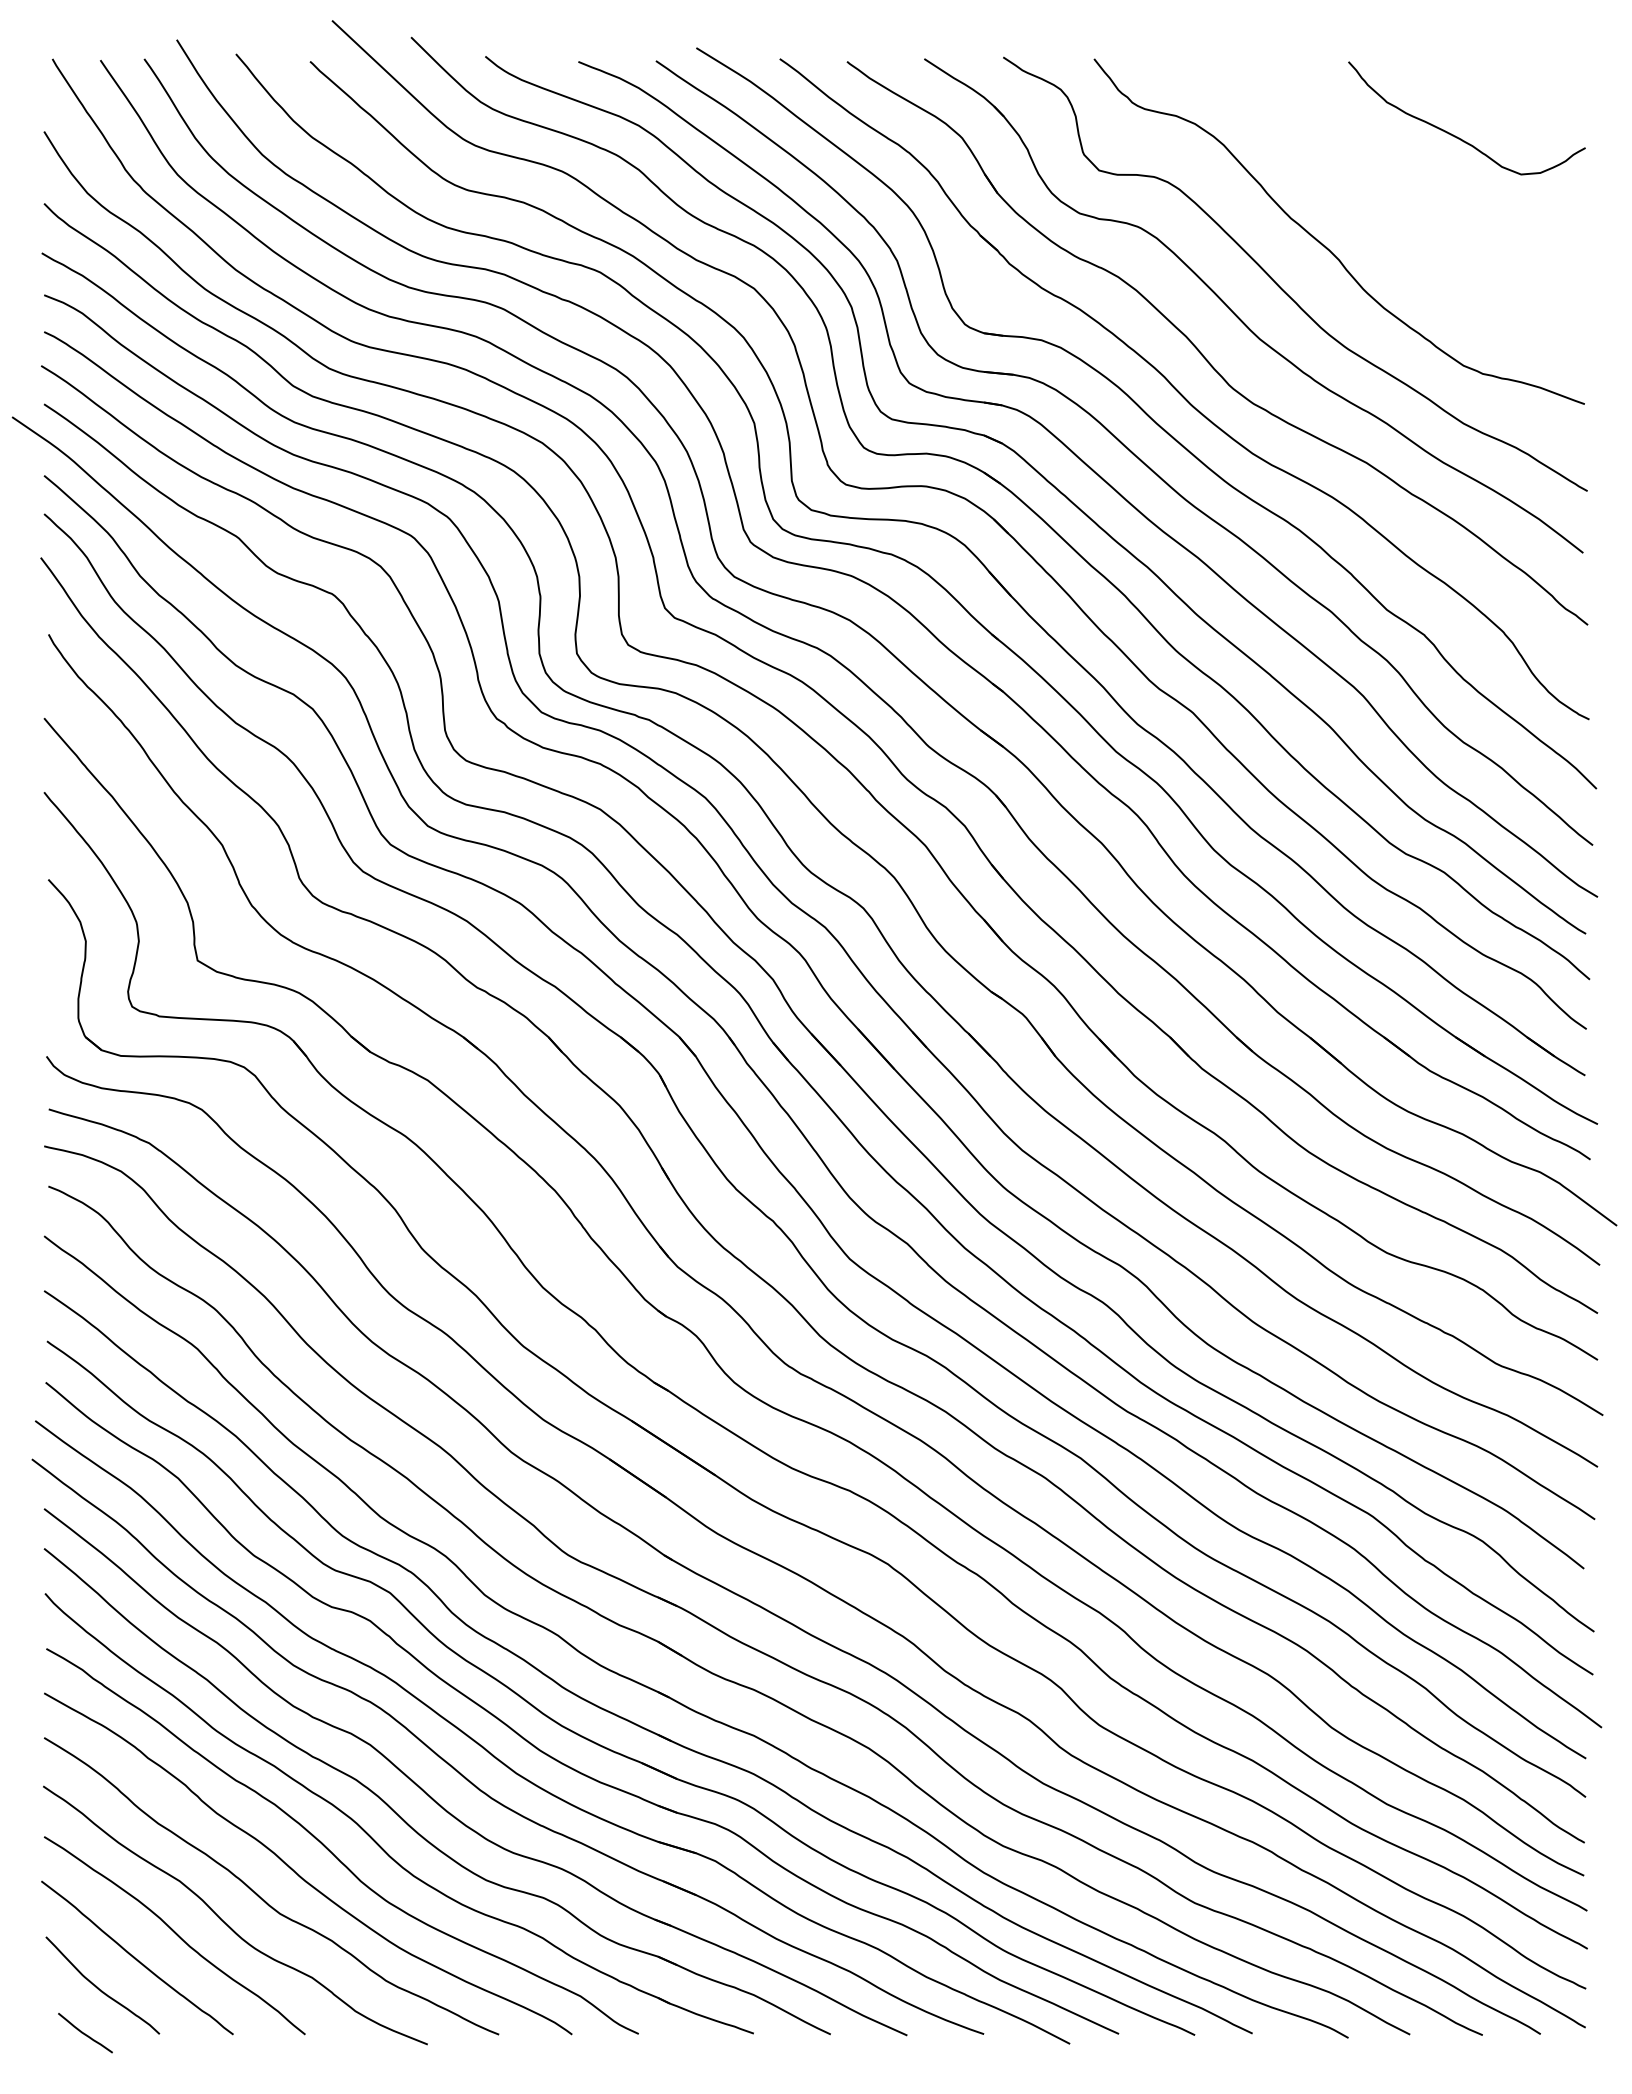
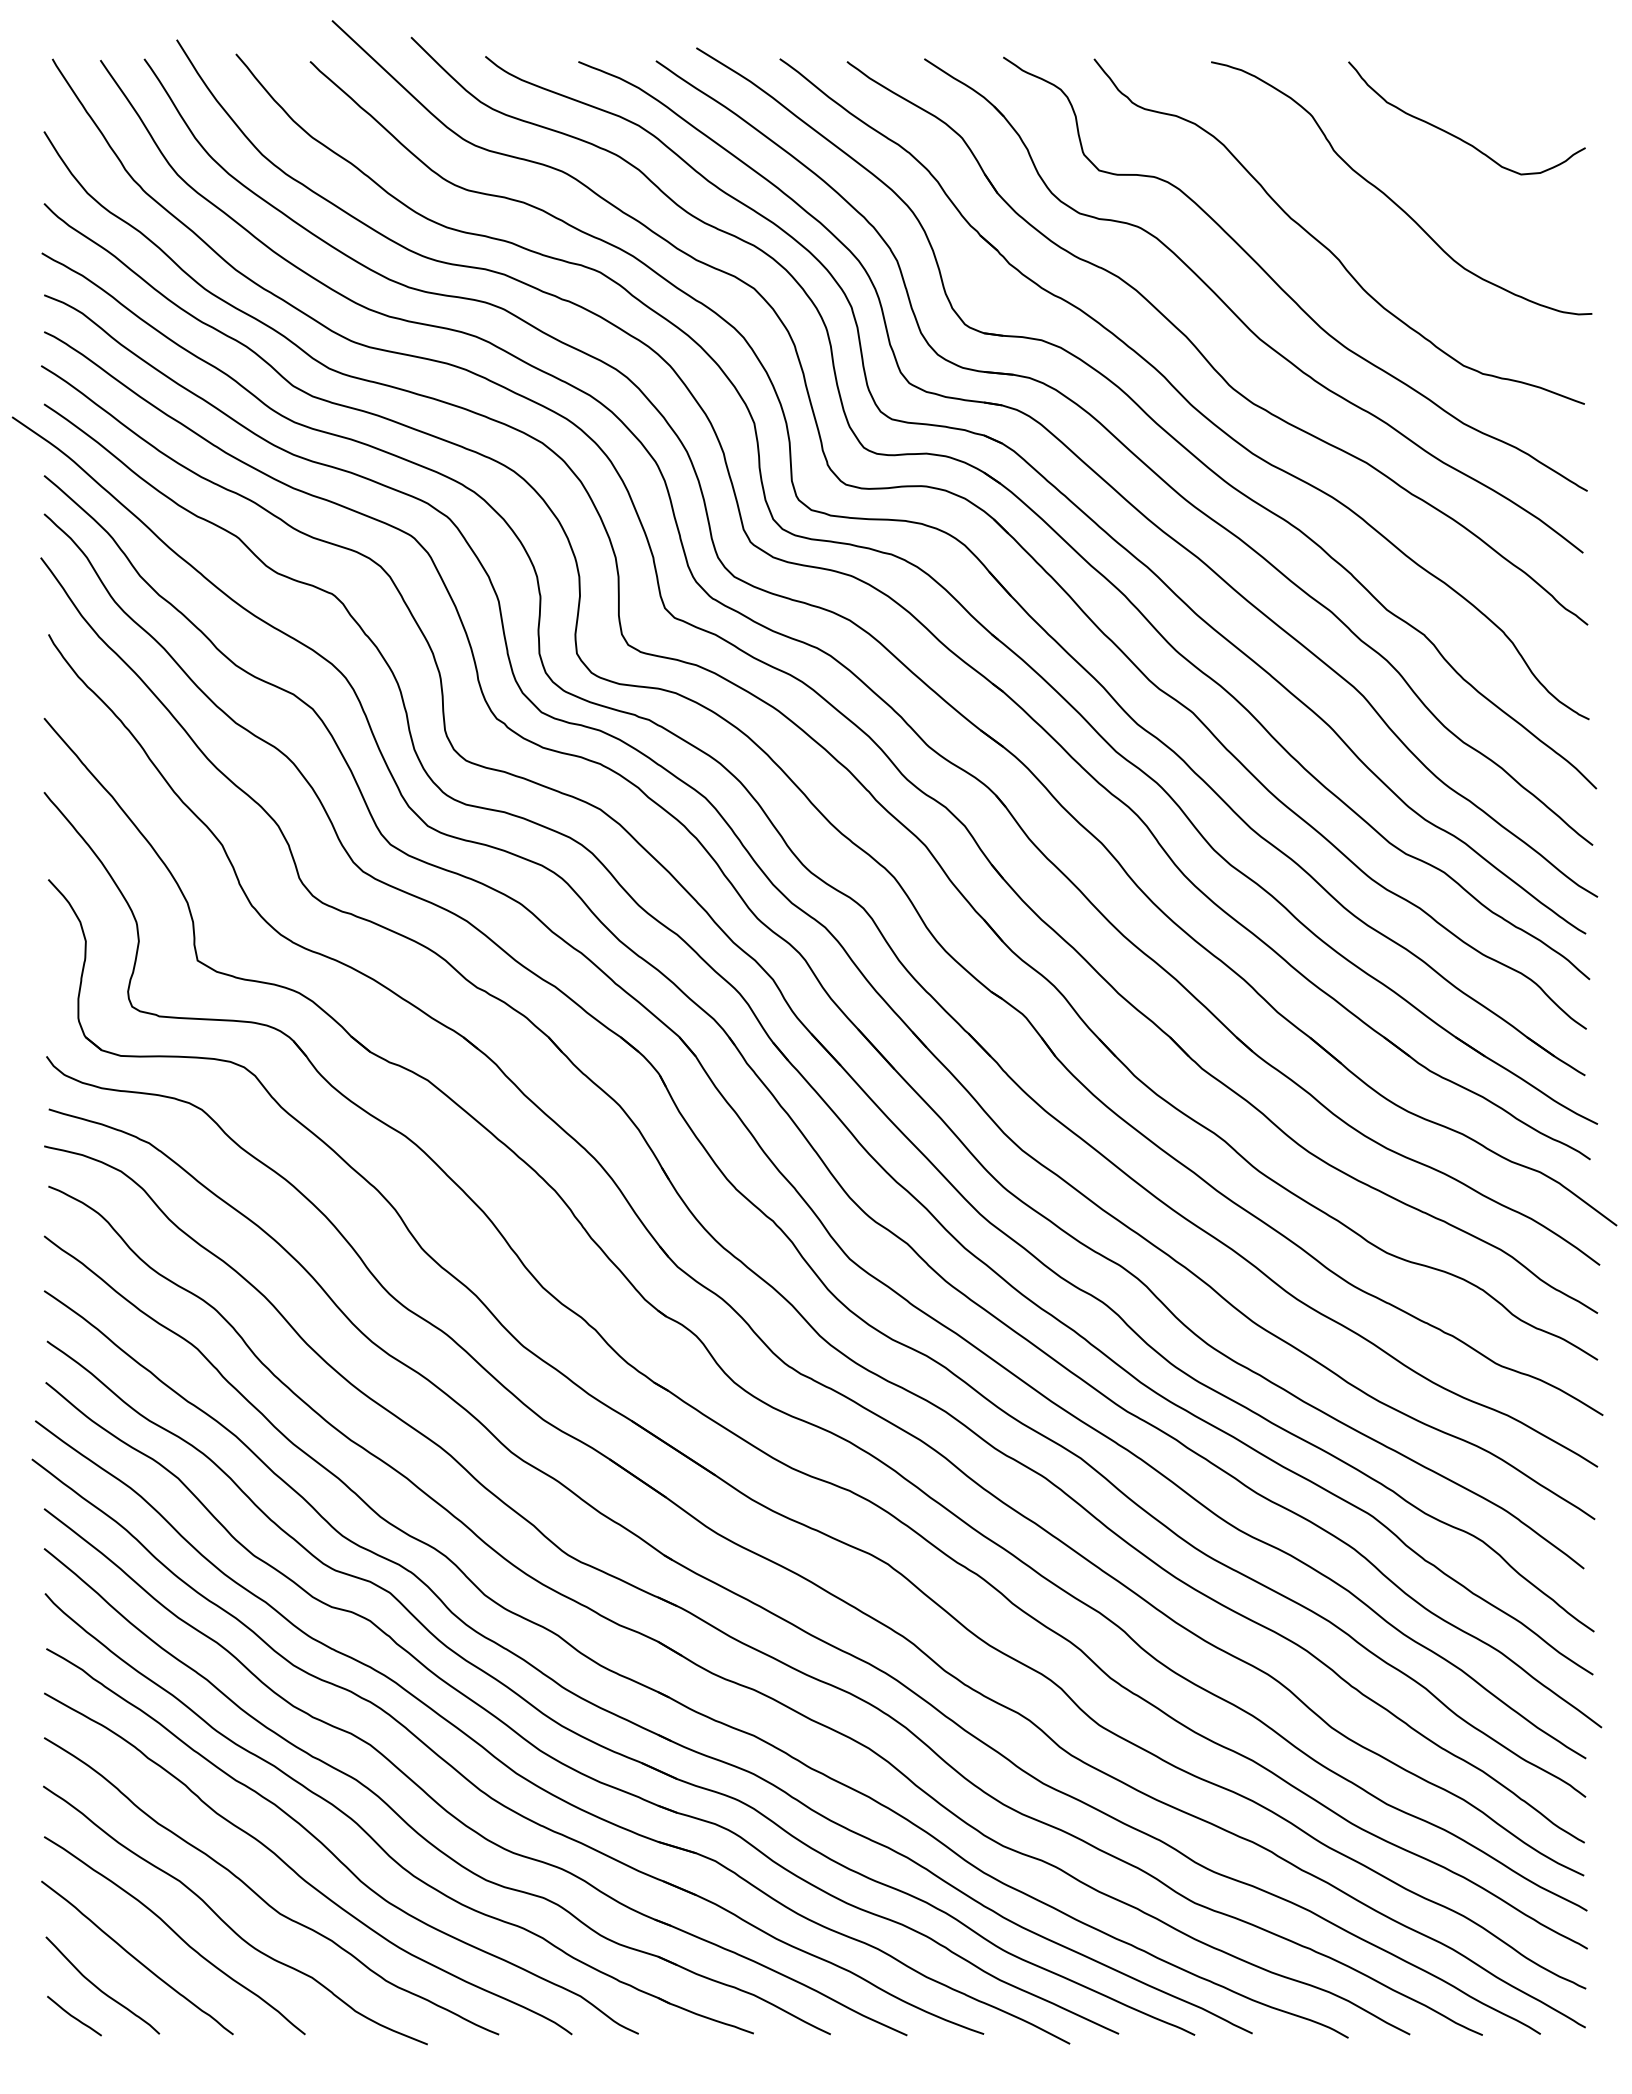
curve at (1391, 198): none -> present
curve at (85, 2033) position: (85, 2033) -> (74, 2016)
